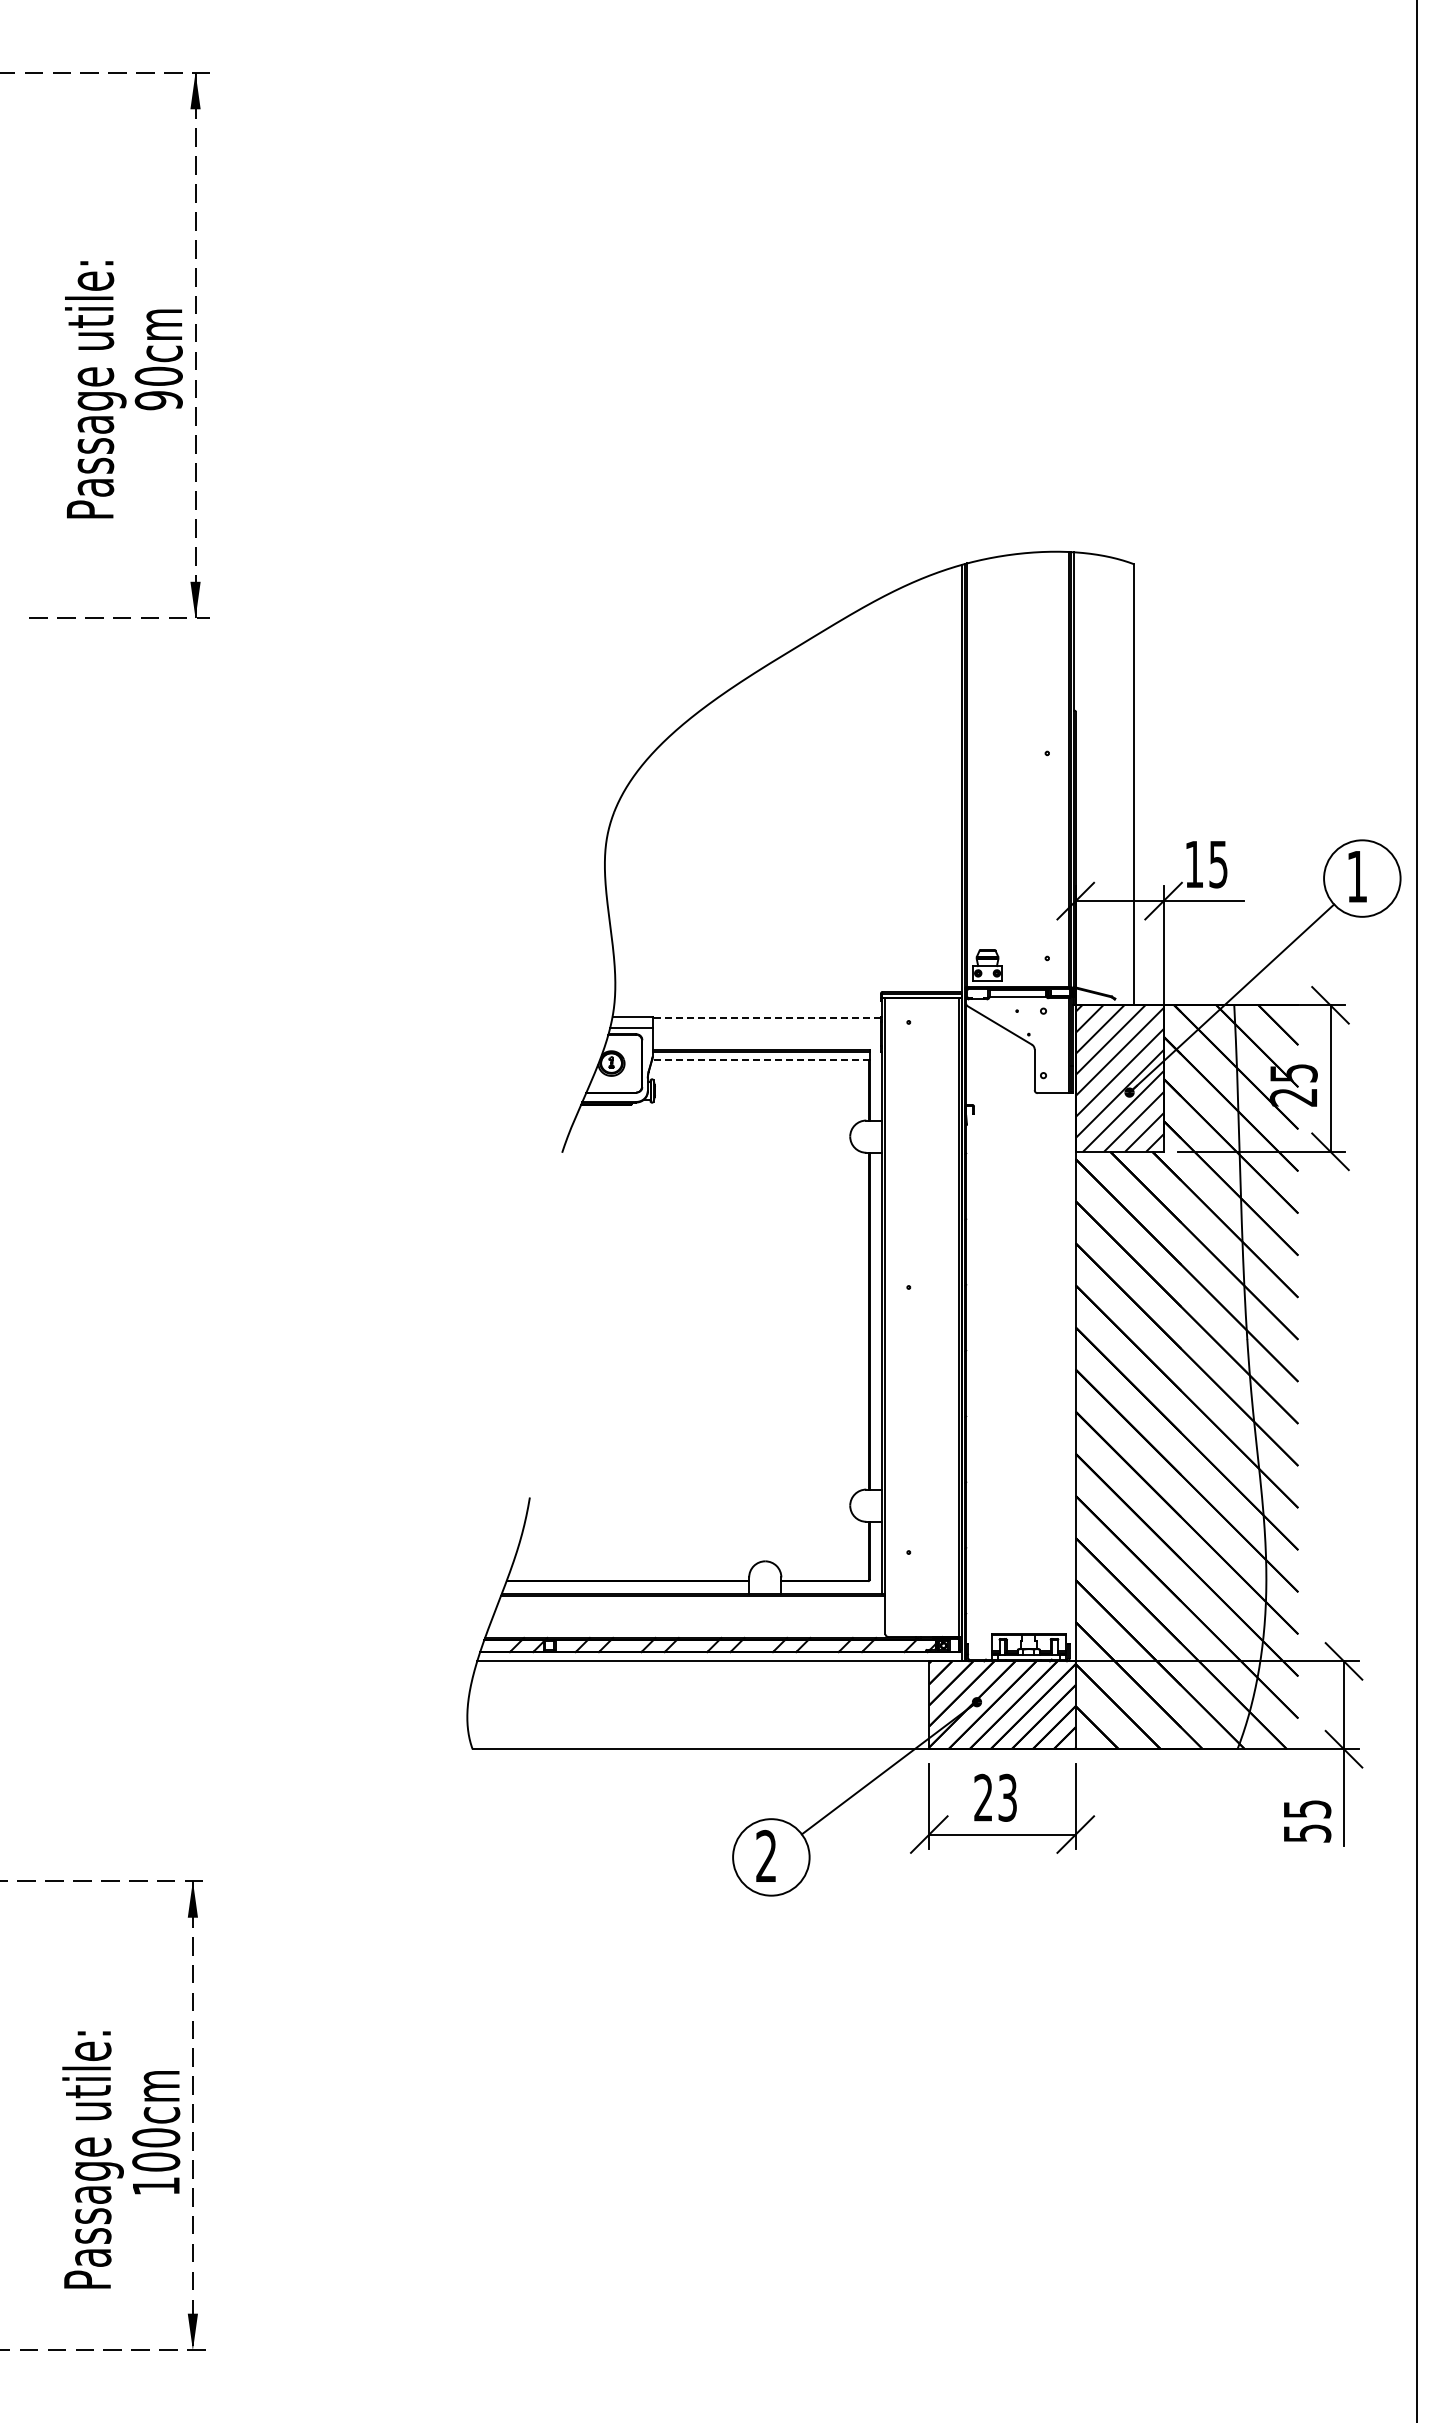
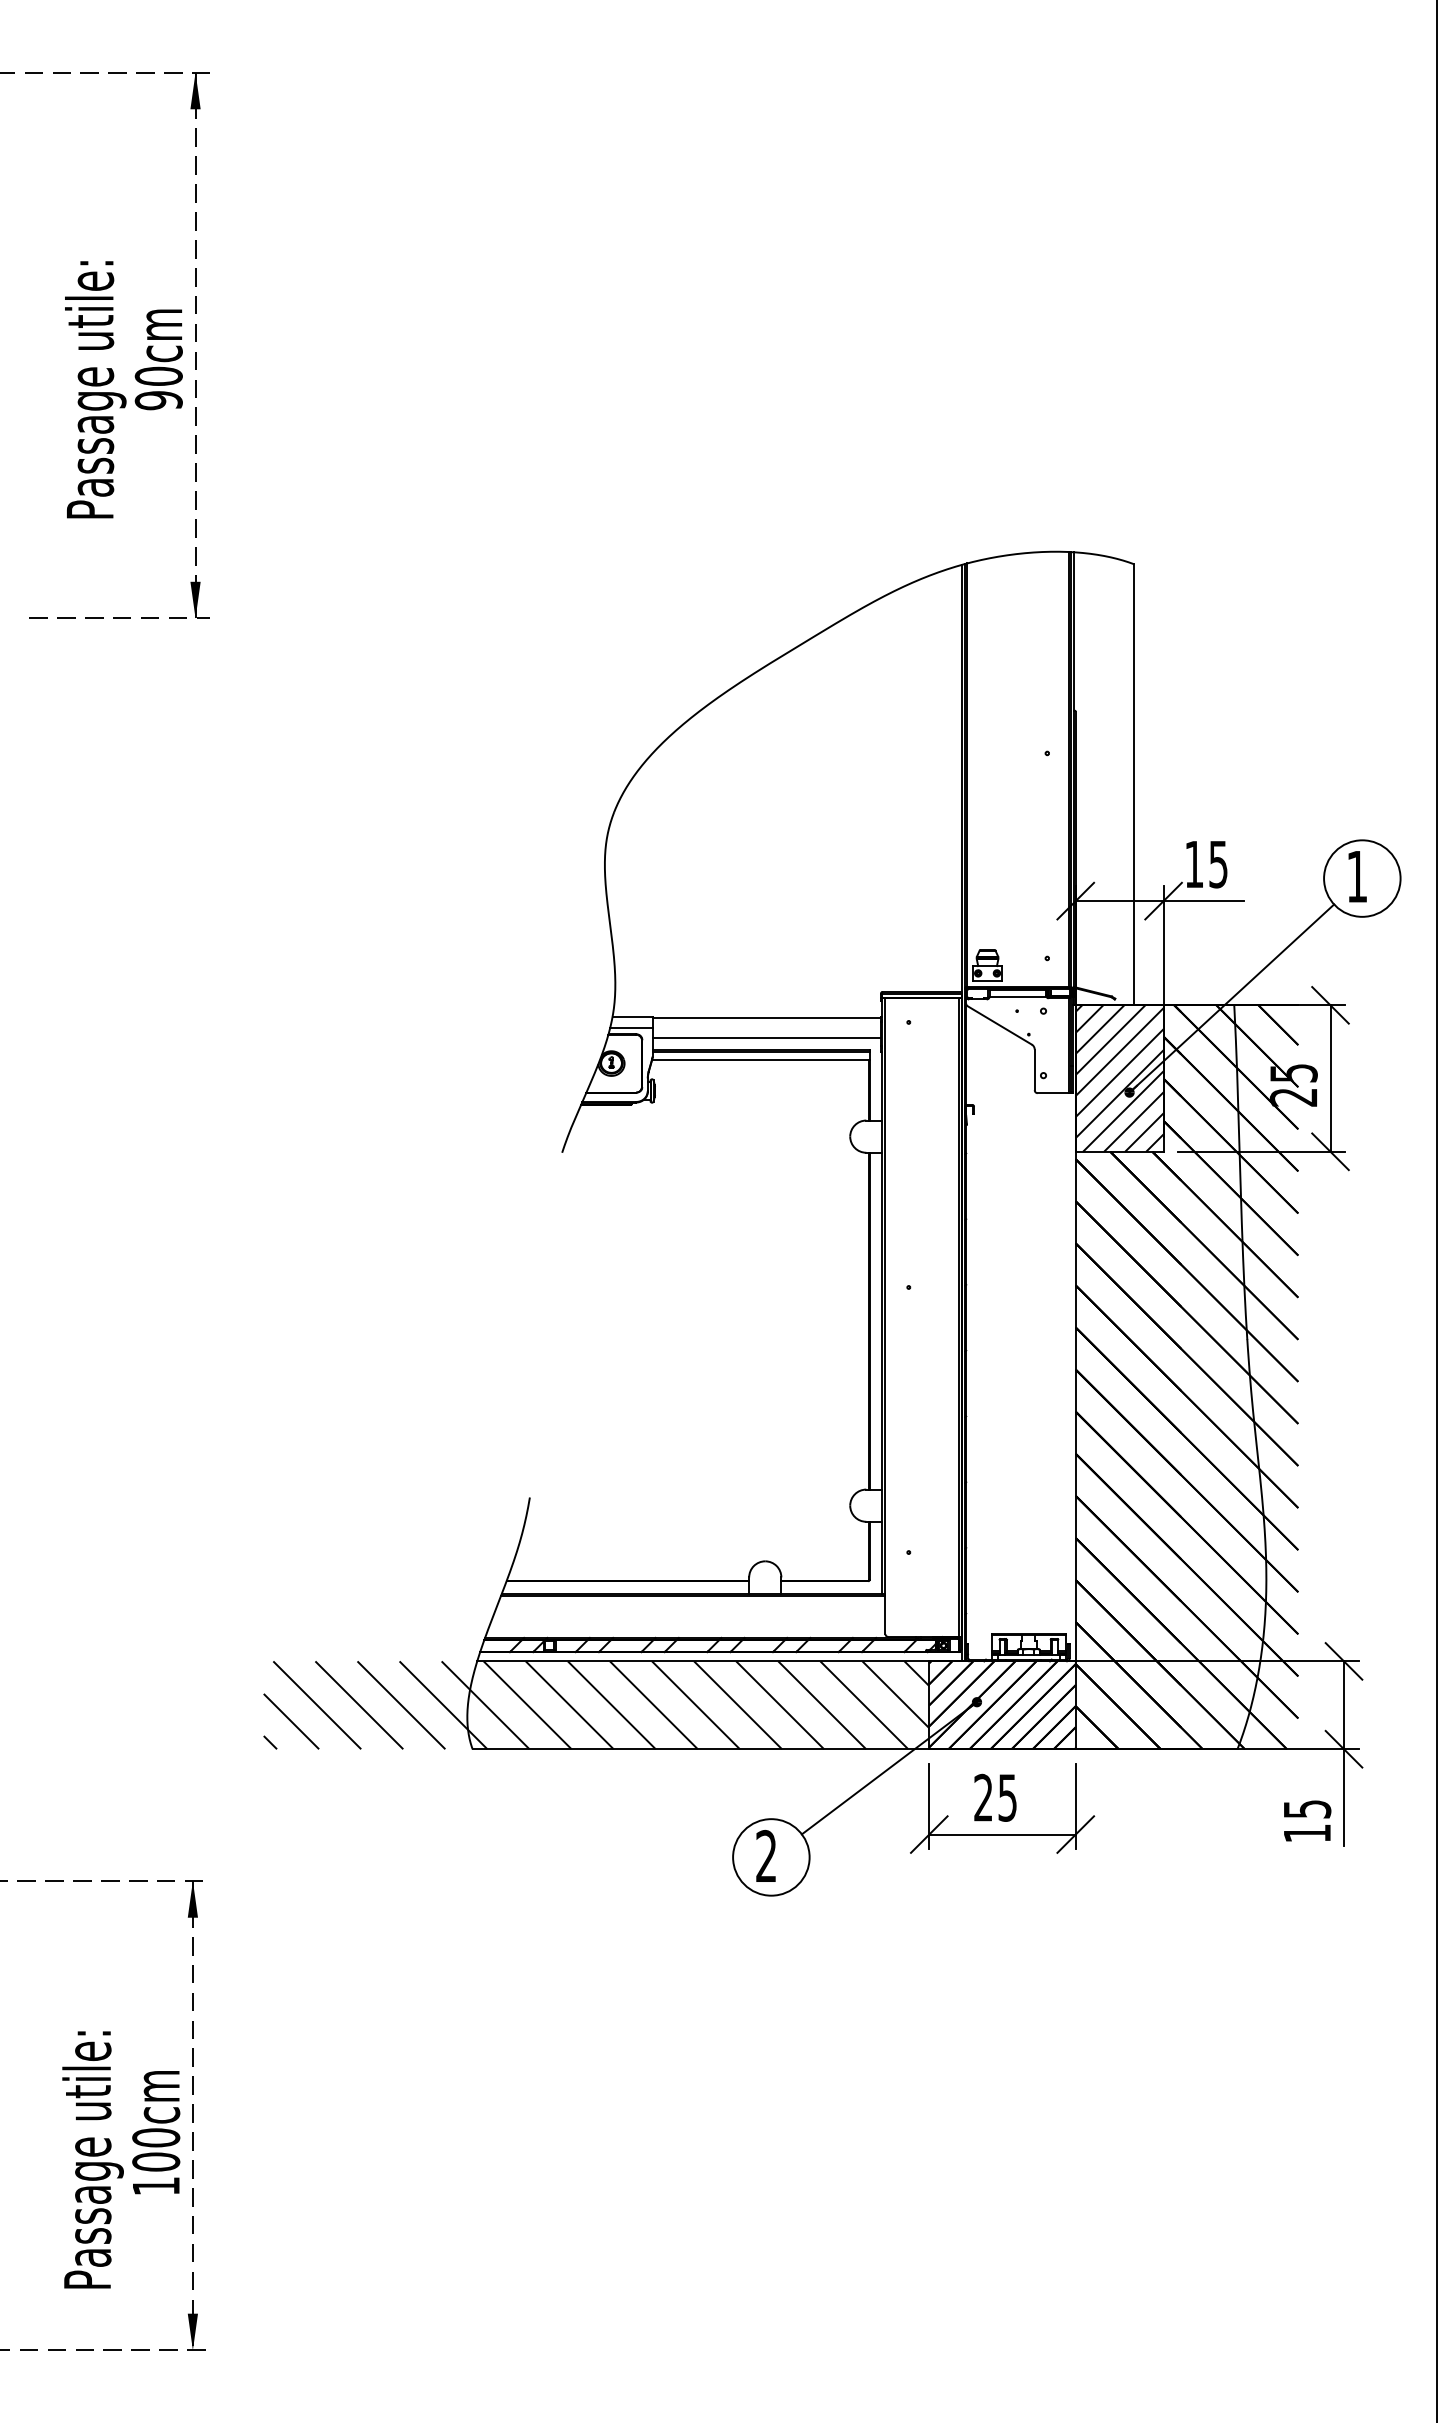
line at (766, 1018): dashed -> solid
line at (766, 1038): none -> present
line at (760, 1059): dashed -> solid
line at (1417, 1210) position: (1417, 1210) -> (1437, 1210)
hatch at (596, 1705): none -> present
text at (1007, 1797): 23 -> 25
text at (1307, 1833): 55 -> 15
